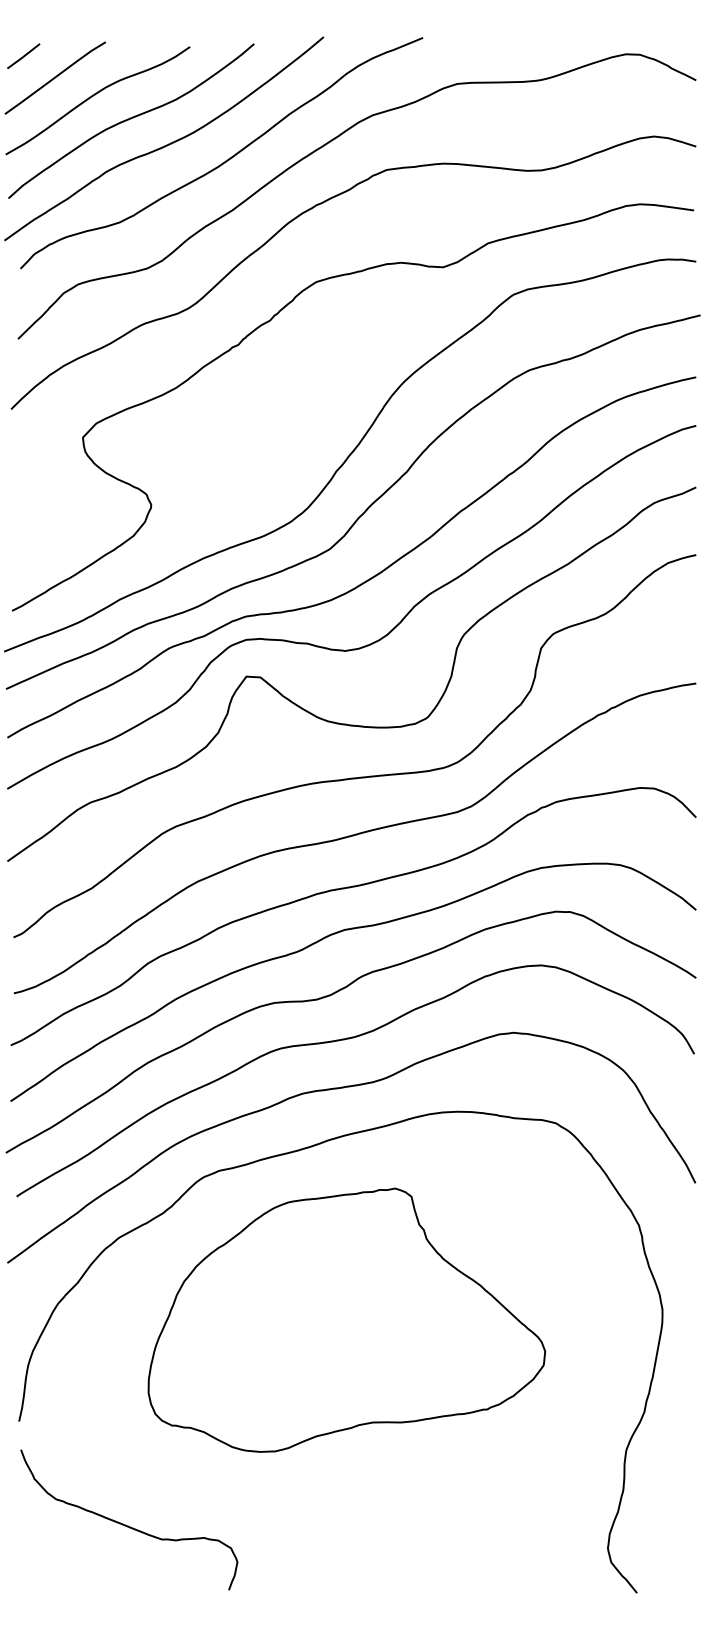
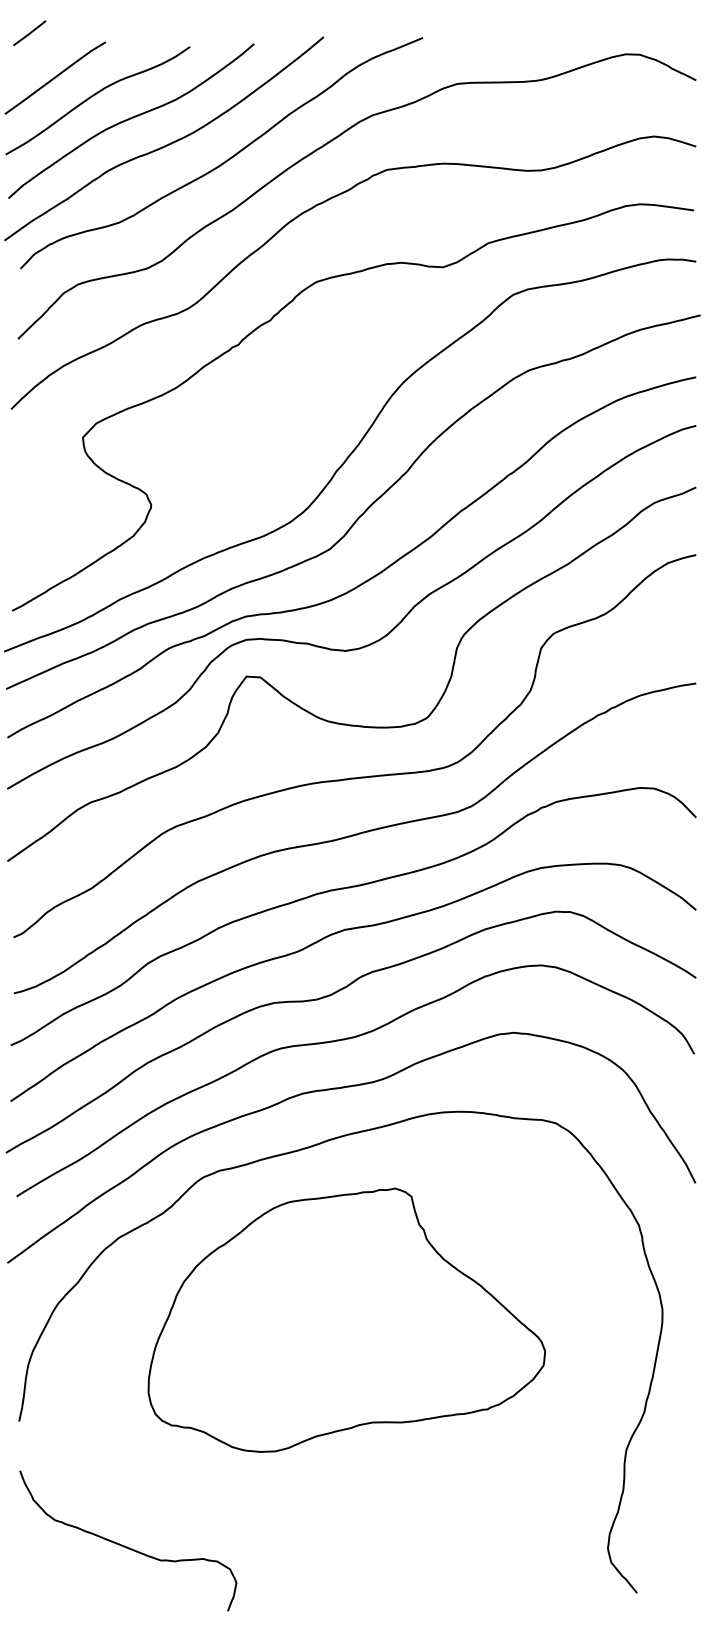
line at (23, 55) position: (23, 55) -> (29, 32)
curve at (128, 1525) position: (128, 1525) -> (127, 1546)
